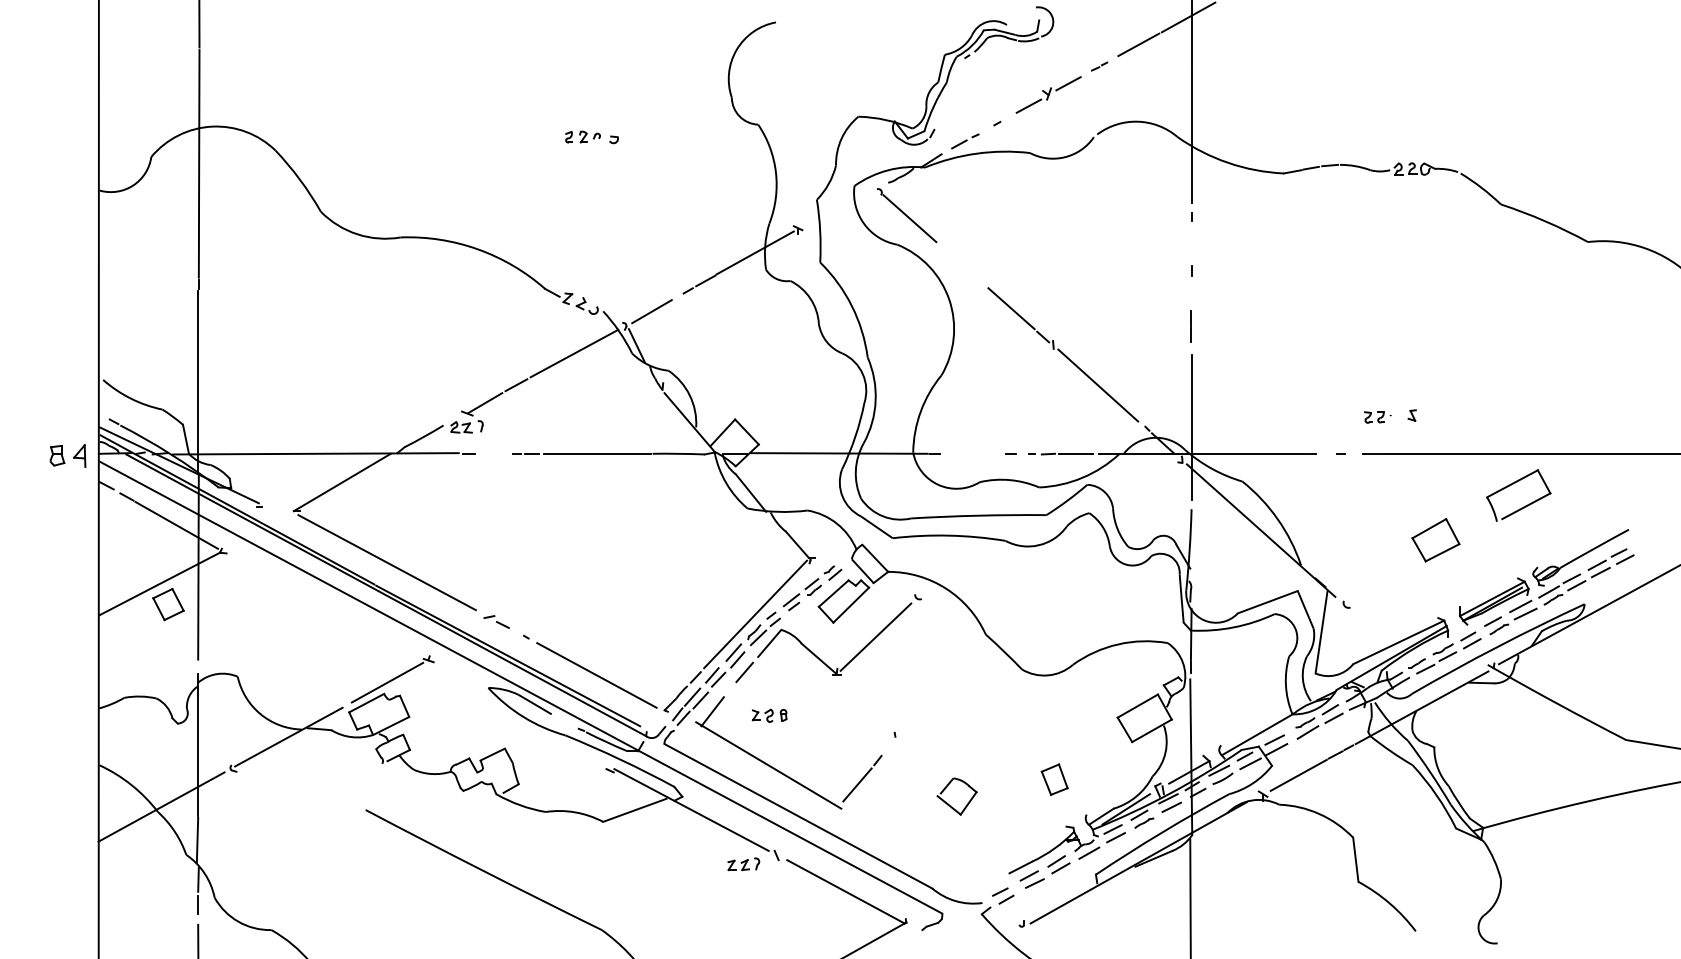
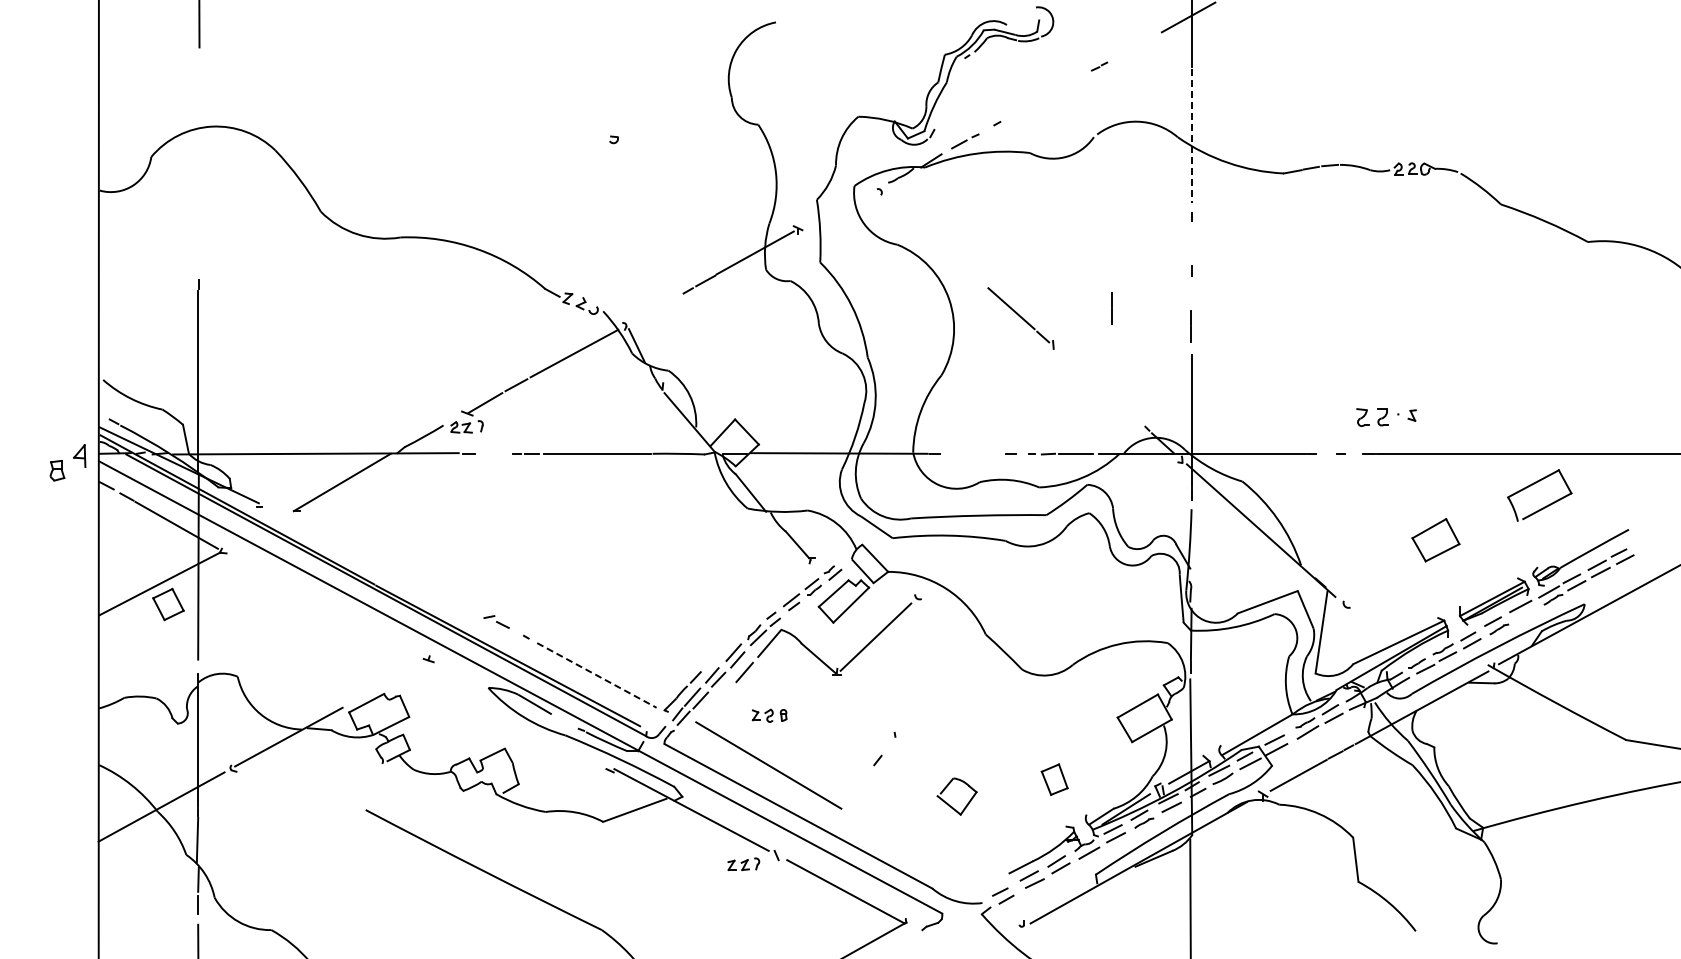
line at (1138, 44): present -> none
part at (1048, 94): present -> none
part at (582, 136): present -> none
line at (1191, 136): solid -> dashed
line at (198, 163): present -> none
line at (909, 218): present -> none
line at (1111, 308): none -> present
line at (651, 311): present -> none
line at (1098, 385): present -> none
part at (1377, 417) size: 28x13 px -> 44x19 px
part at (57, 455) position: (57, 455) -> (57, 470)
part at (1513, 484) position: (1513, 484) -> (1534, 484)
line at (386, 562): present -> none
line at (1525, 613): present -> none
line at (755, 614): present -> none
line at (596, 675): solid -> dashed
line at (387, 682): present -> none
line at (712, 711): present -> none
line at (857, 784): present -> none
